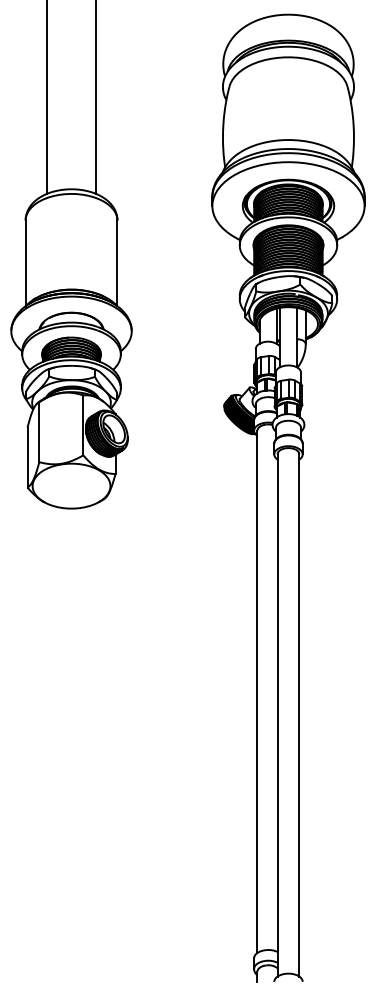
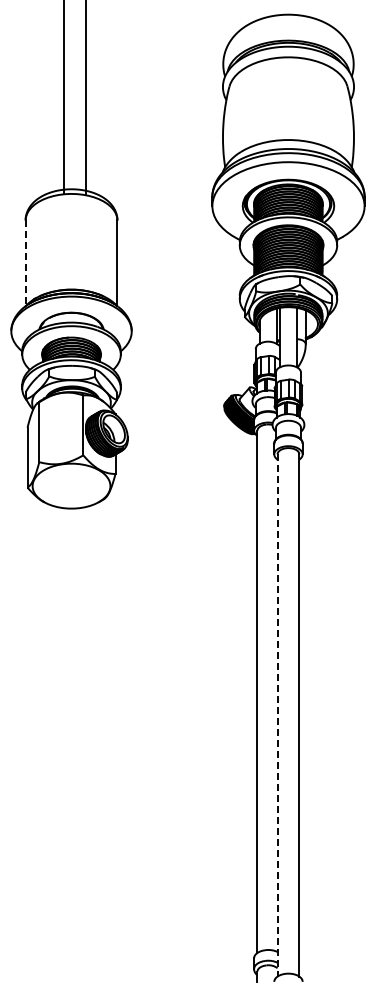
line at (47, 97) position: (47, 97) -> (64, 97)
line at (95, 97) position: (95, 97) -> (85, 97)
line at (25, 263): solid -> dashed
line at (277, 715): solid -> dashed
